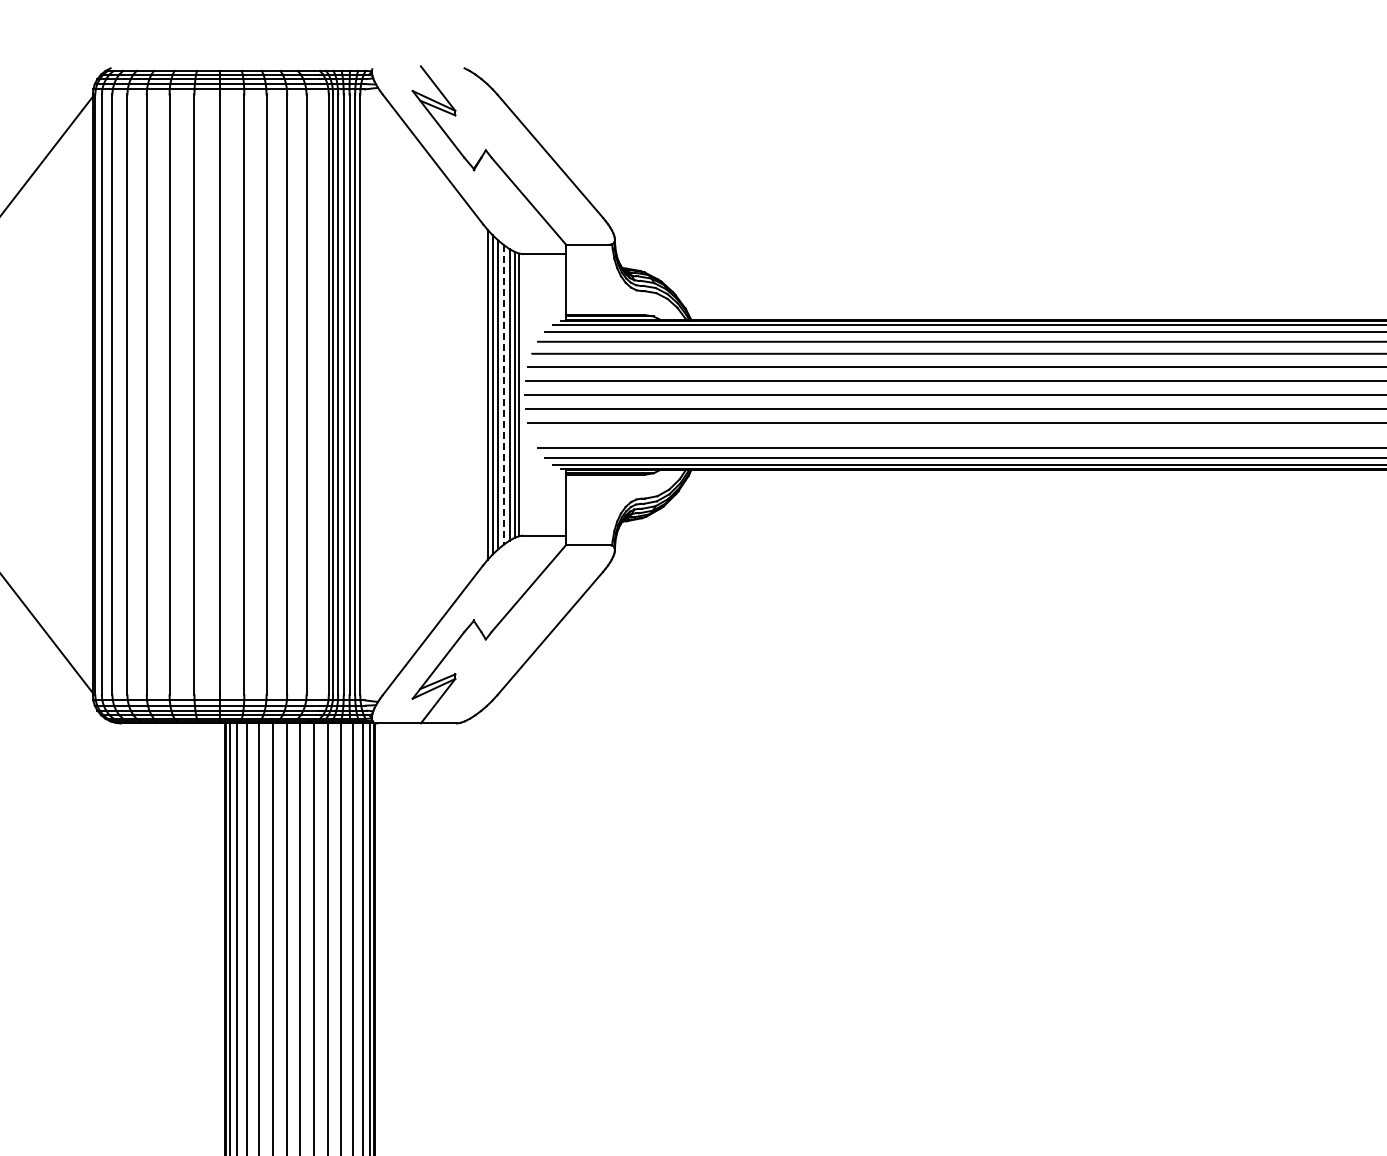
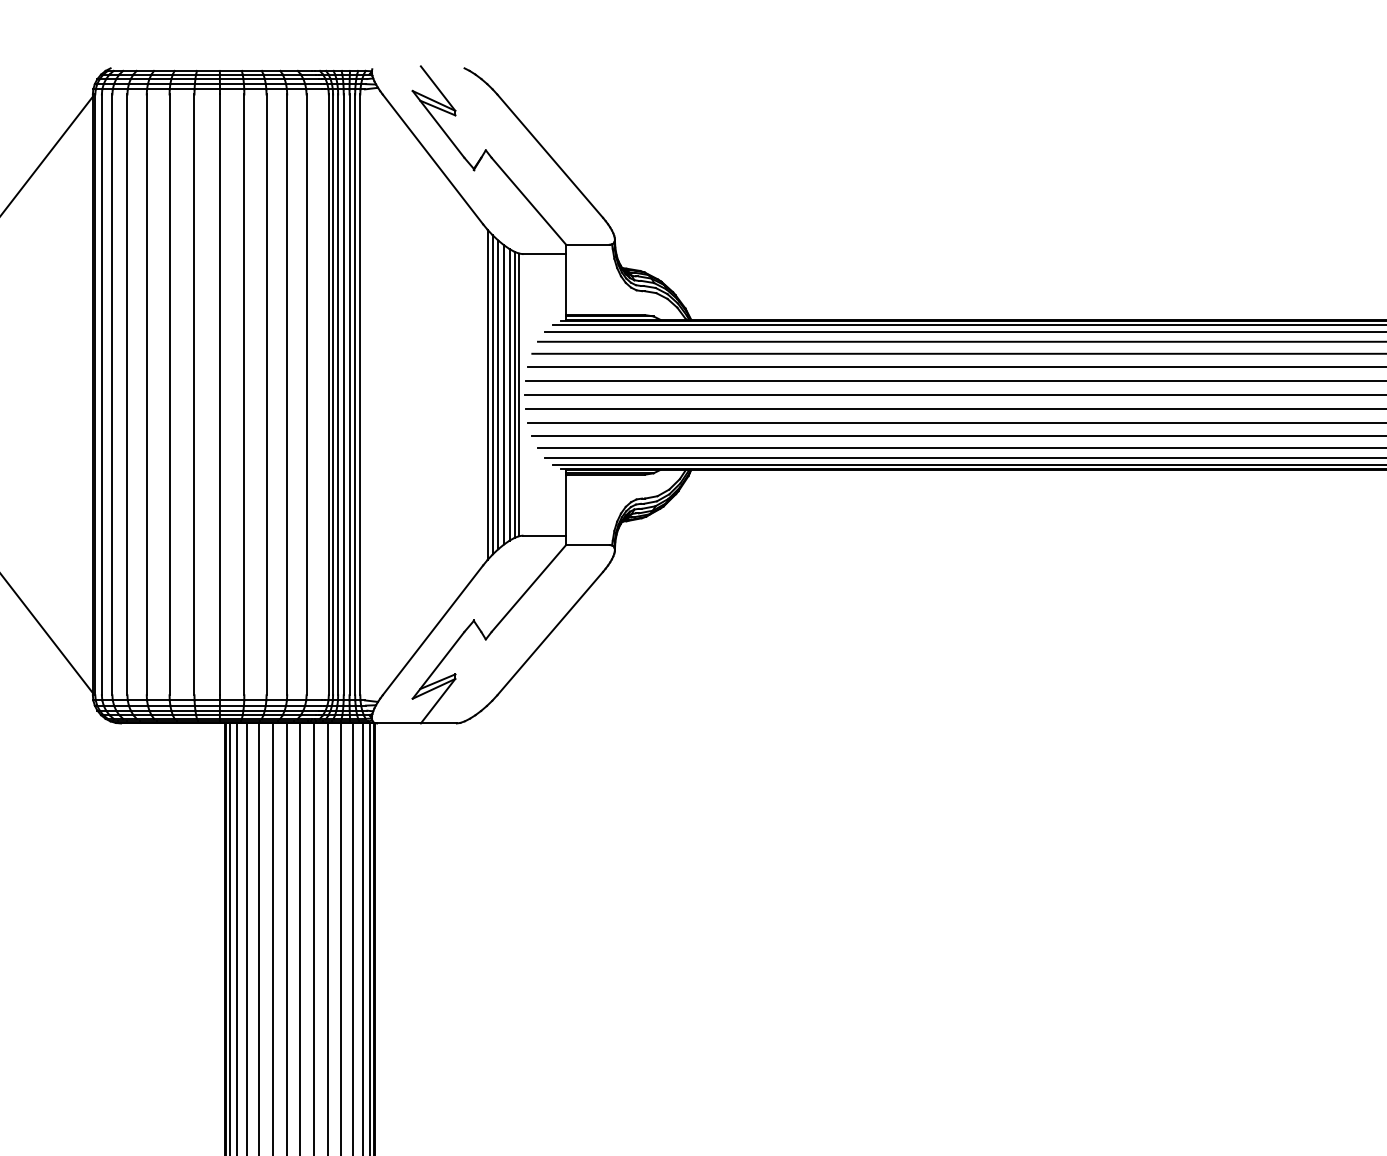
line at (504, 395): dashed -> solid
line at (957, 435): none -> present
